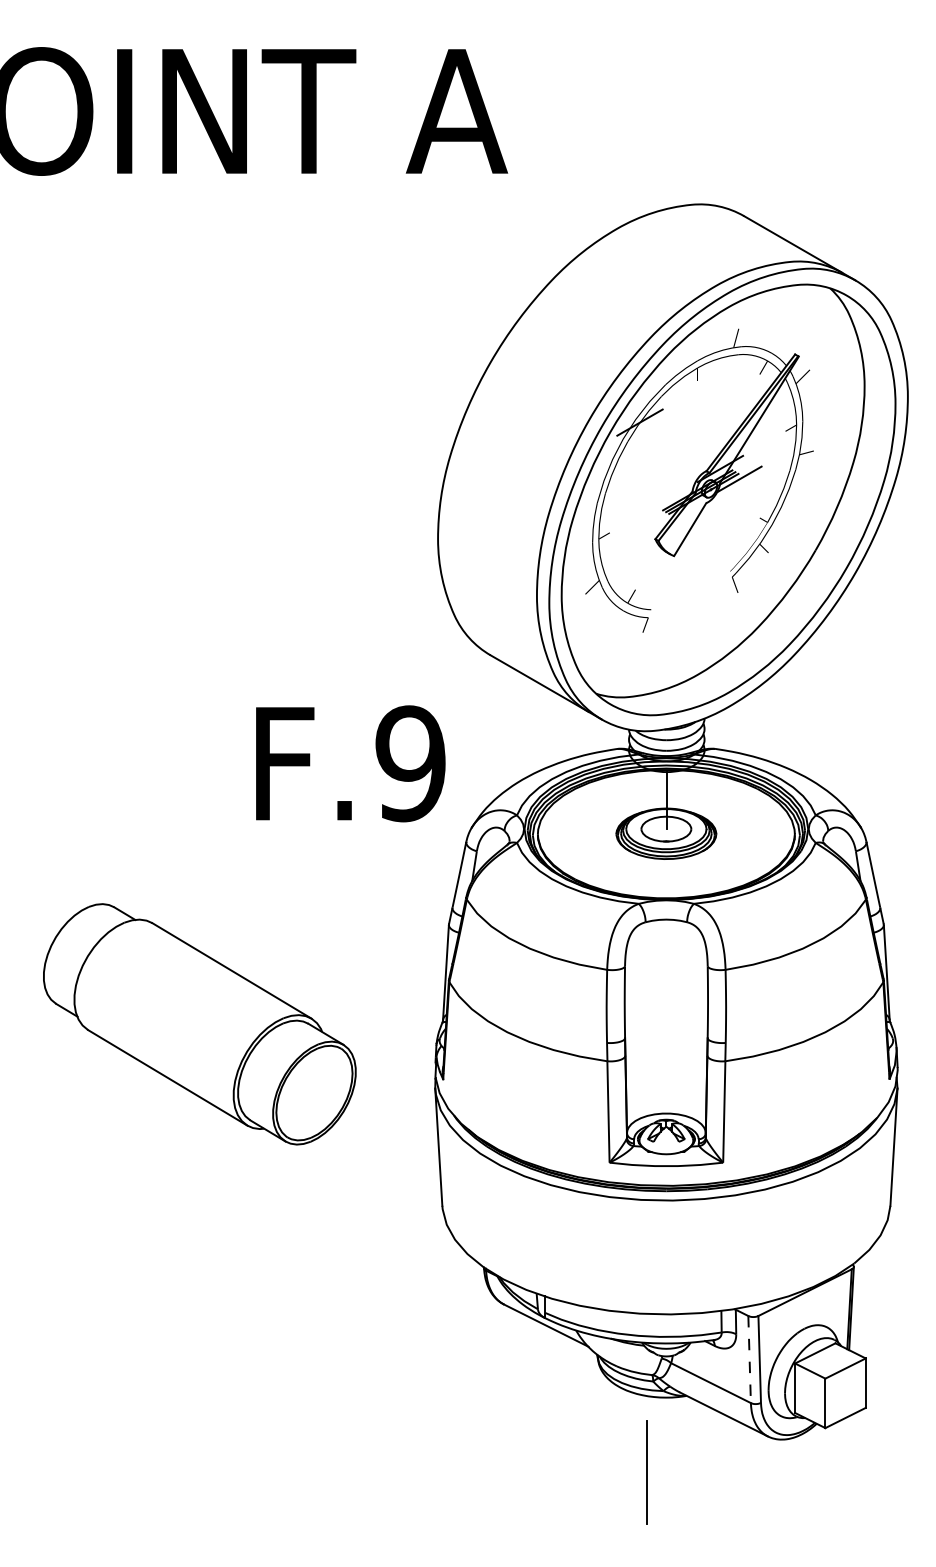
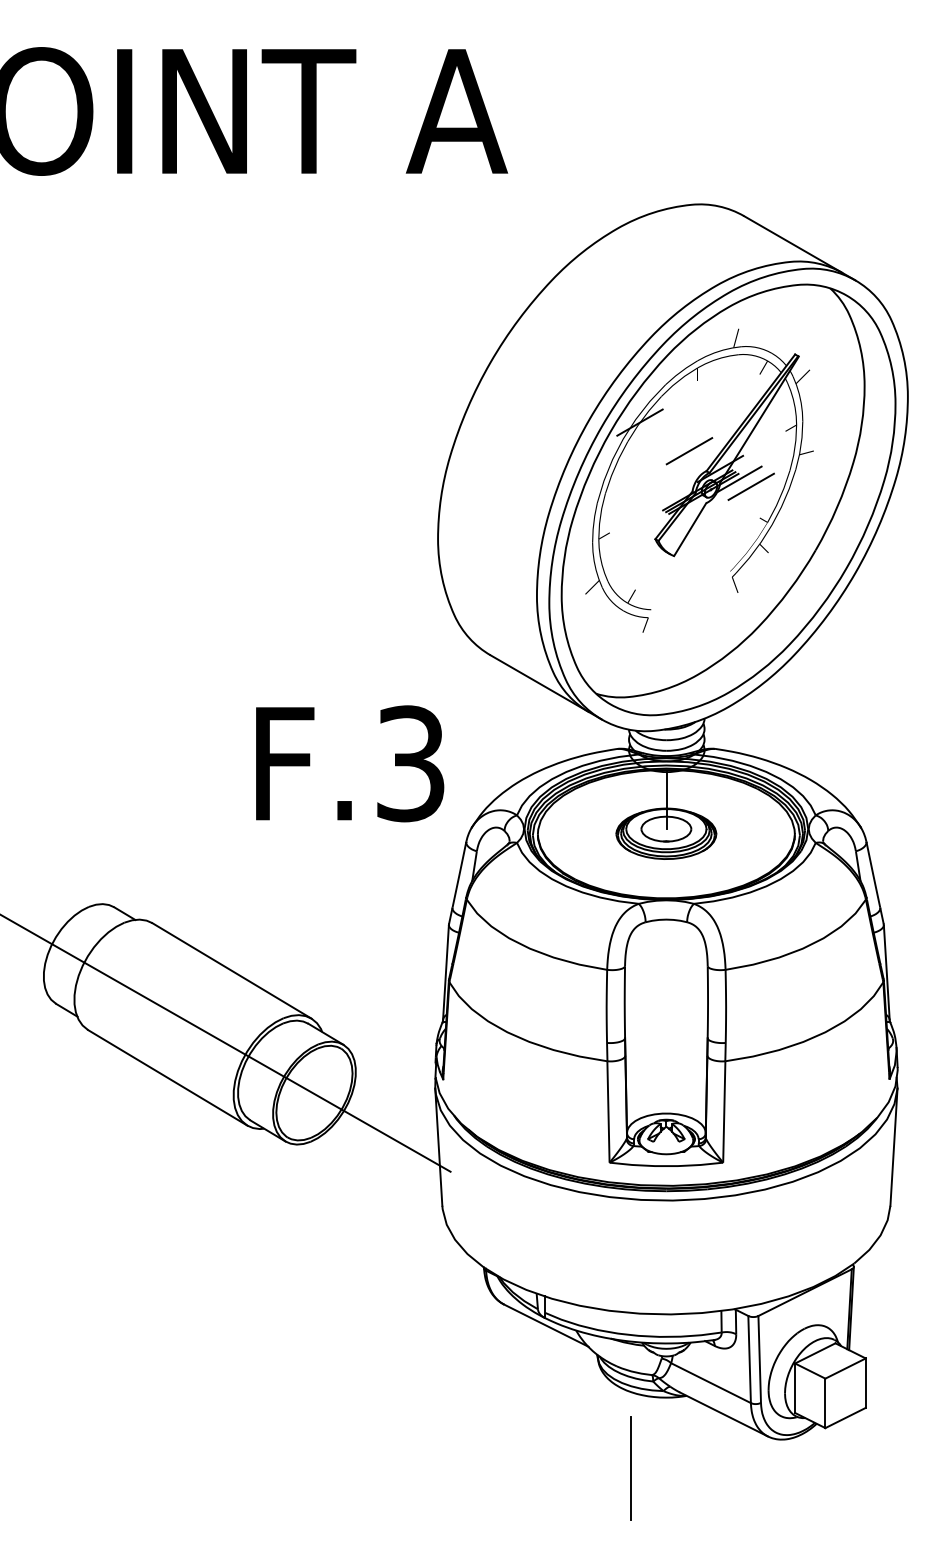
line at (689, 451): none -> present
line at (750, 486): none -> present
text at (410, 763): F.9 -> F.3
line at (226, 1043): none -> present
line at (749, 1359): dashed -> solid
line at (646, 1472) position: (646, 1472) -> (630, 1468)
